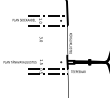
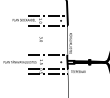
line at (47, 54): none -> present
